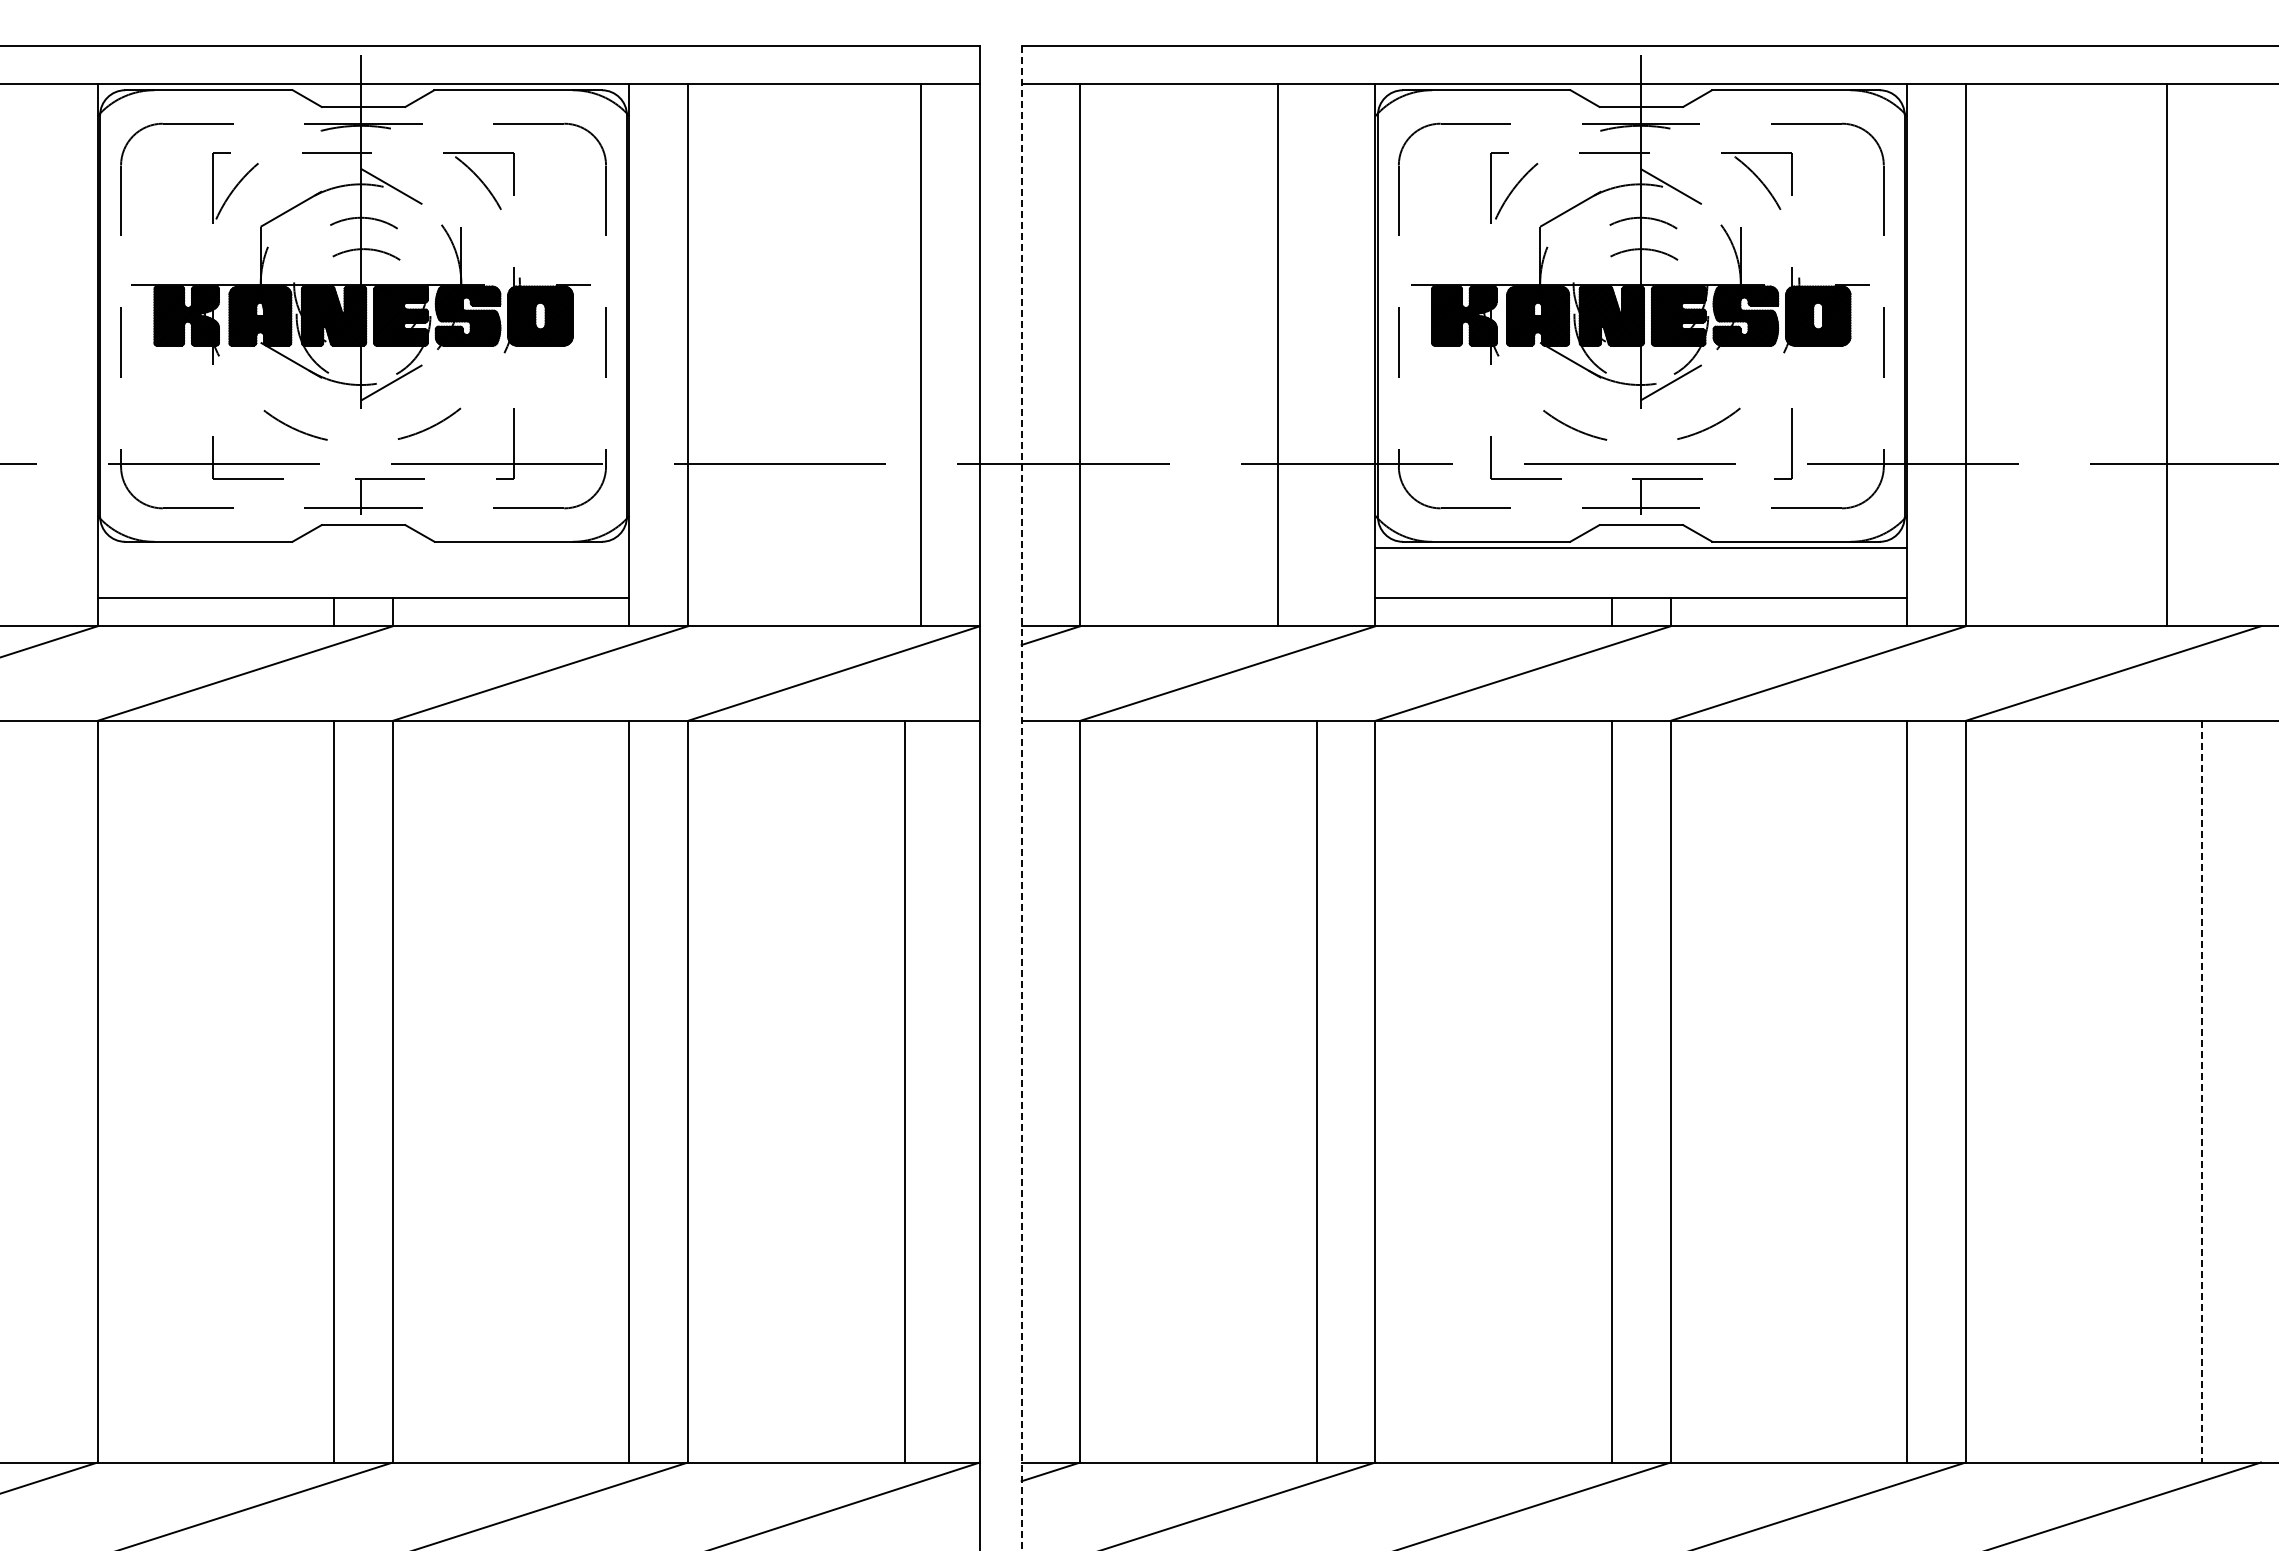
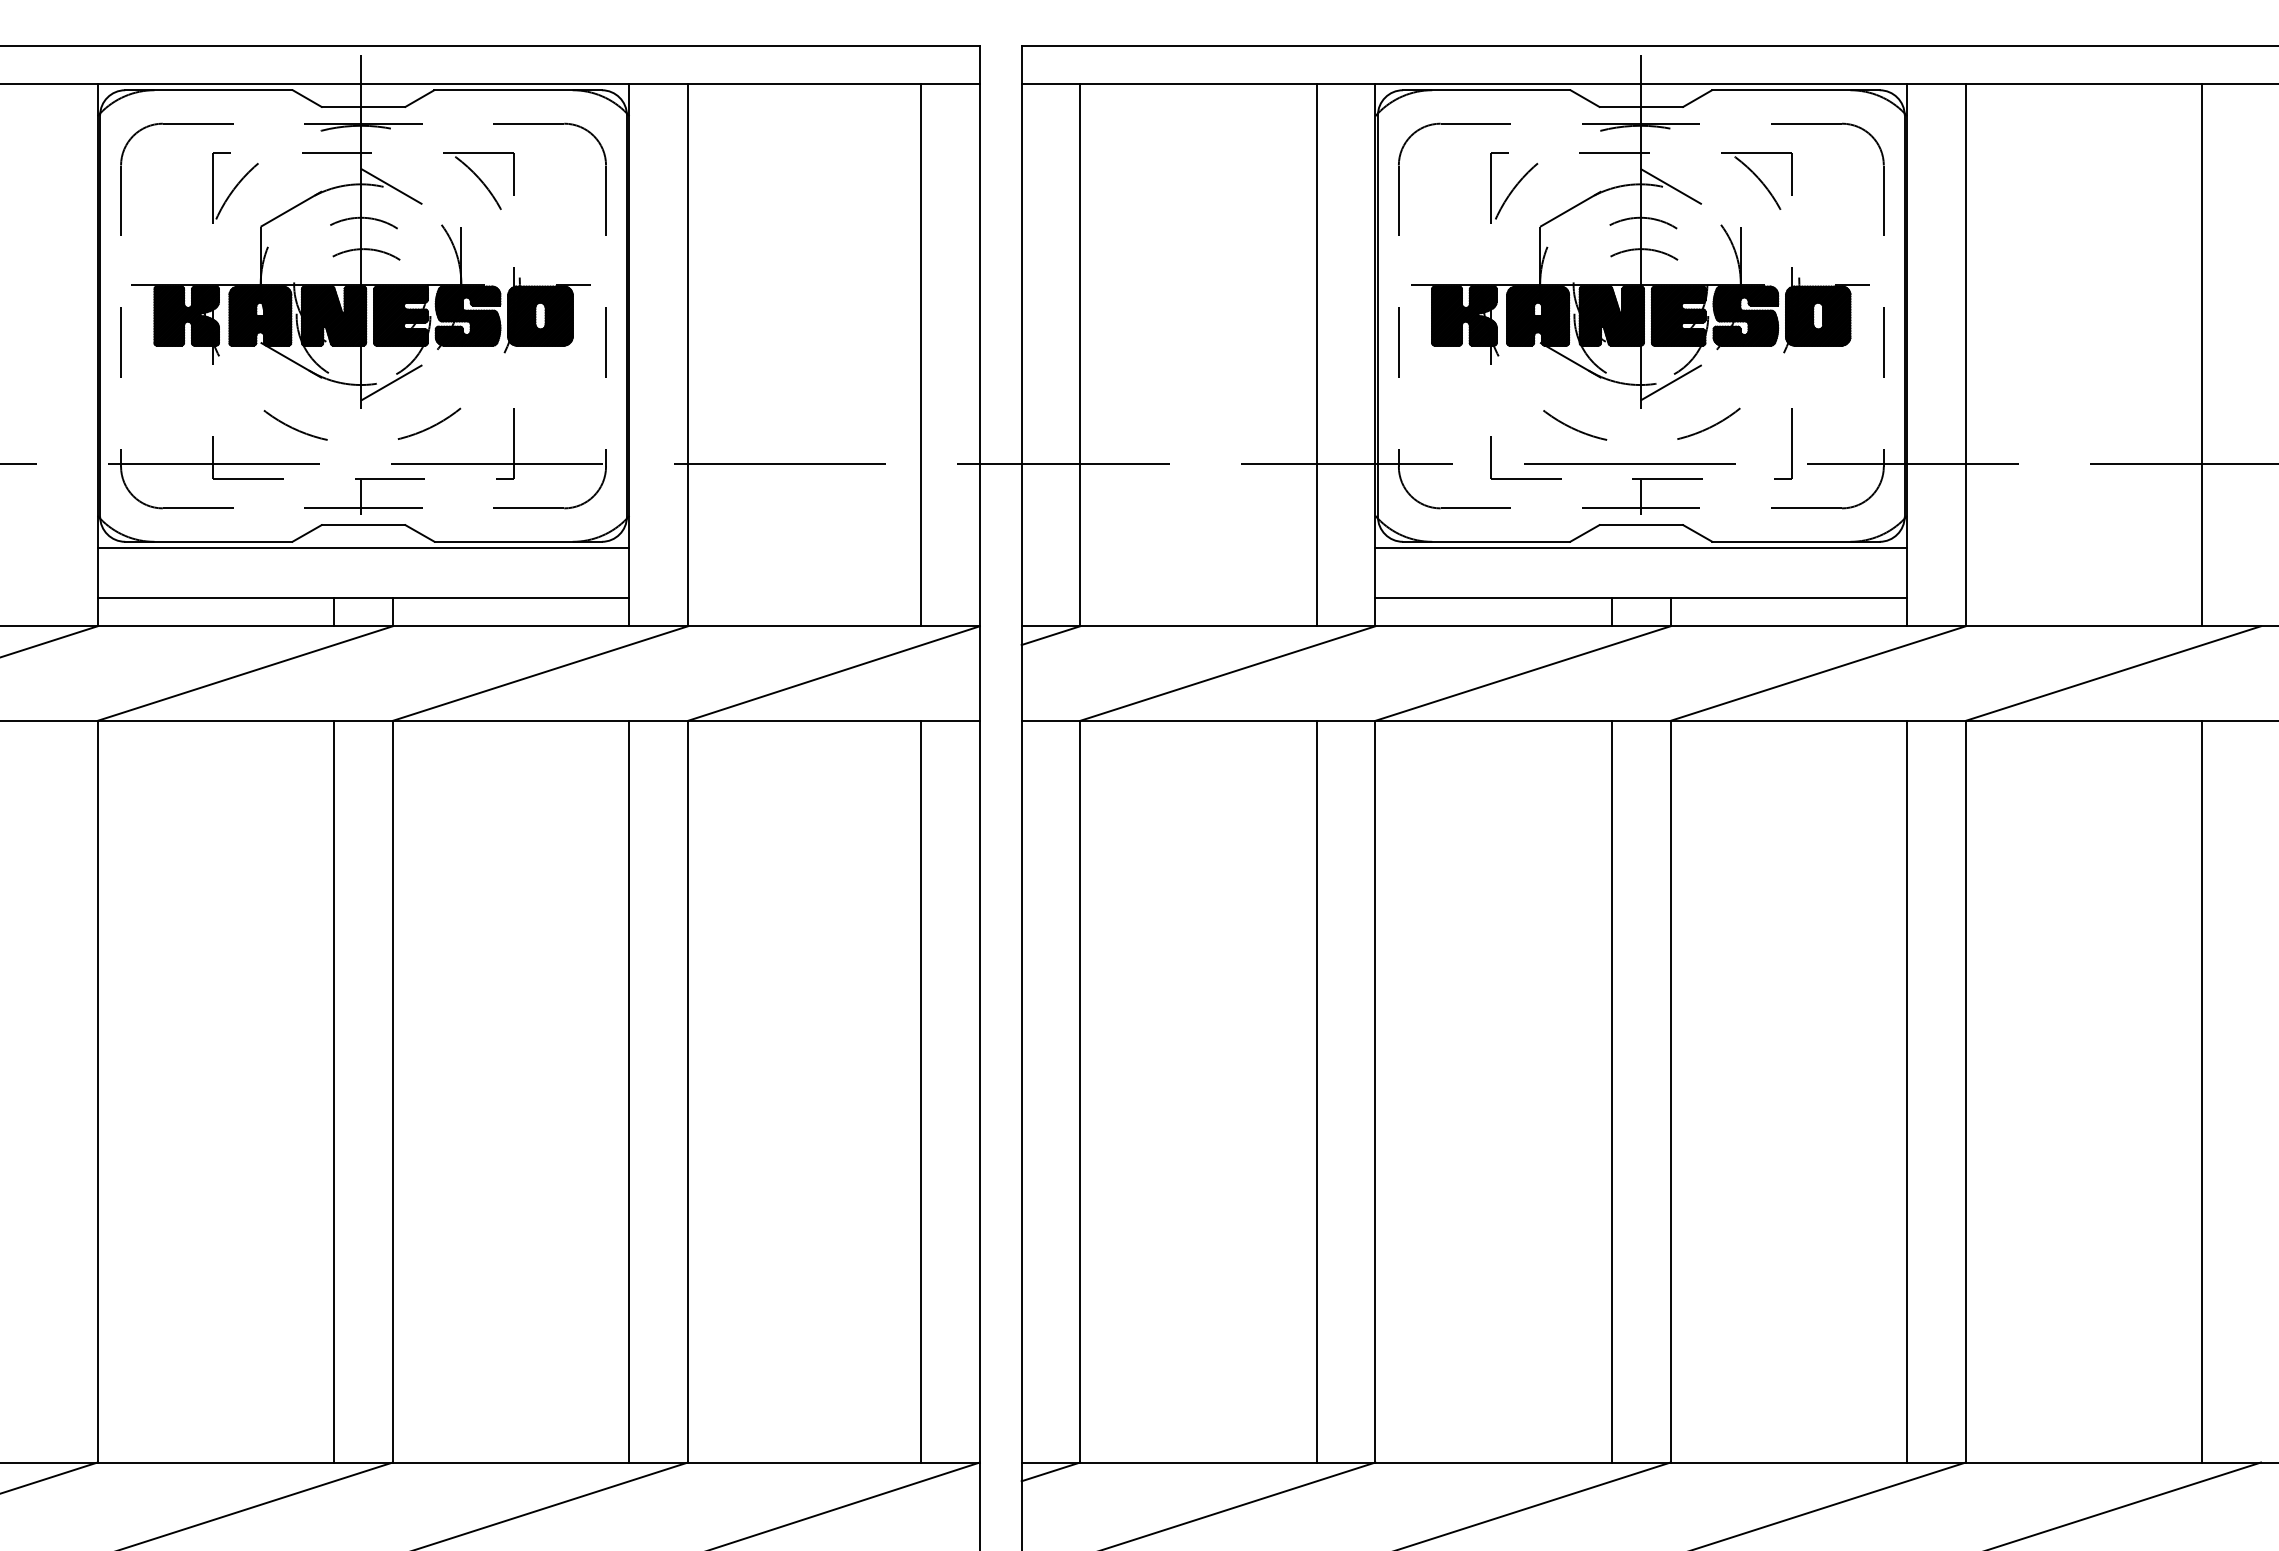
line at (1277, 354) position: (1277, 354) -> (1316, 354)
line at (2167, 354) position: (2167, 354) -> (2202, 354)
line at (363, 548): none -> present
line at (1021, 799): dashed -> solid
line at (905, 1091) position: (905, 1091) -> (921, 1091)
line at (2202, 1091): dashed -> solid
